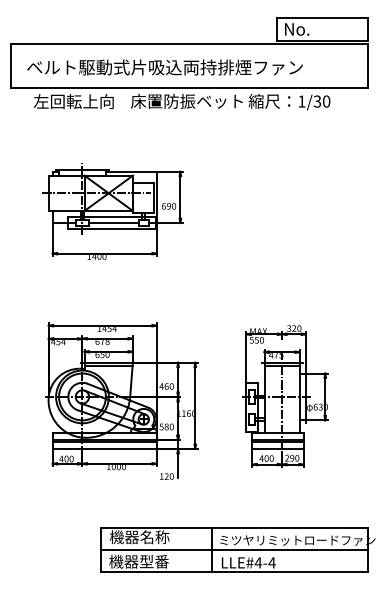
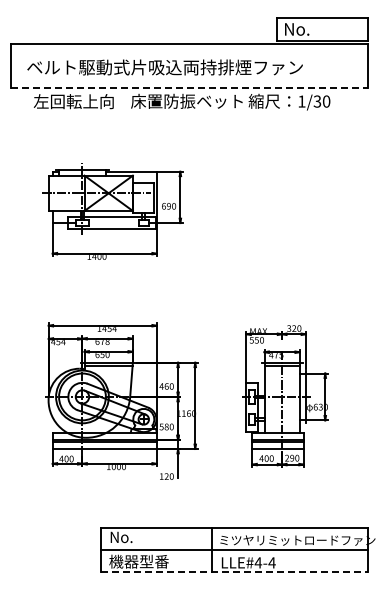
line at (190, 88): solid -> dashed
line at (113, 223): present -> none
text at (139, 537): 機器名称 -> No.
line at (234, 572): solid -> dashed
